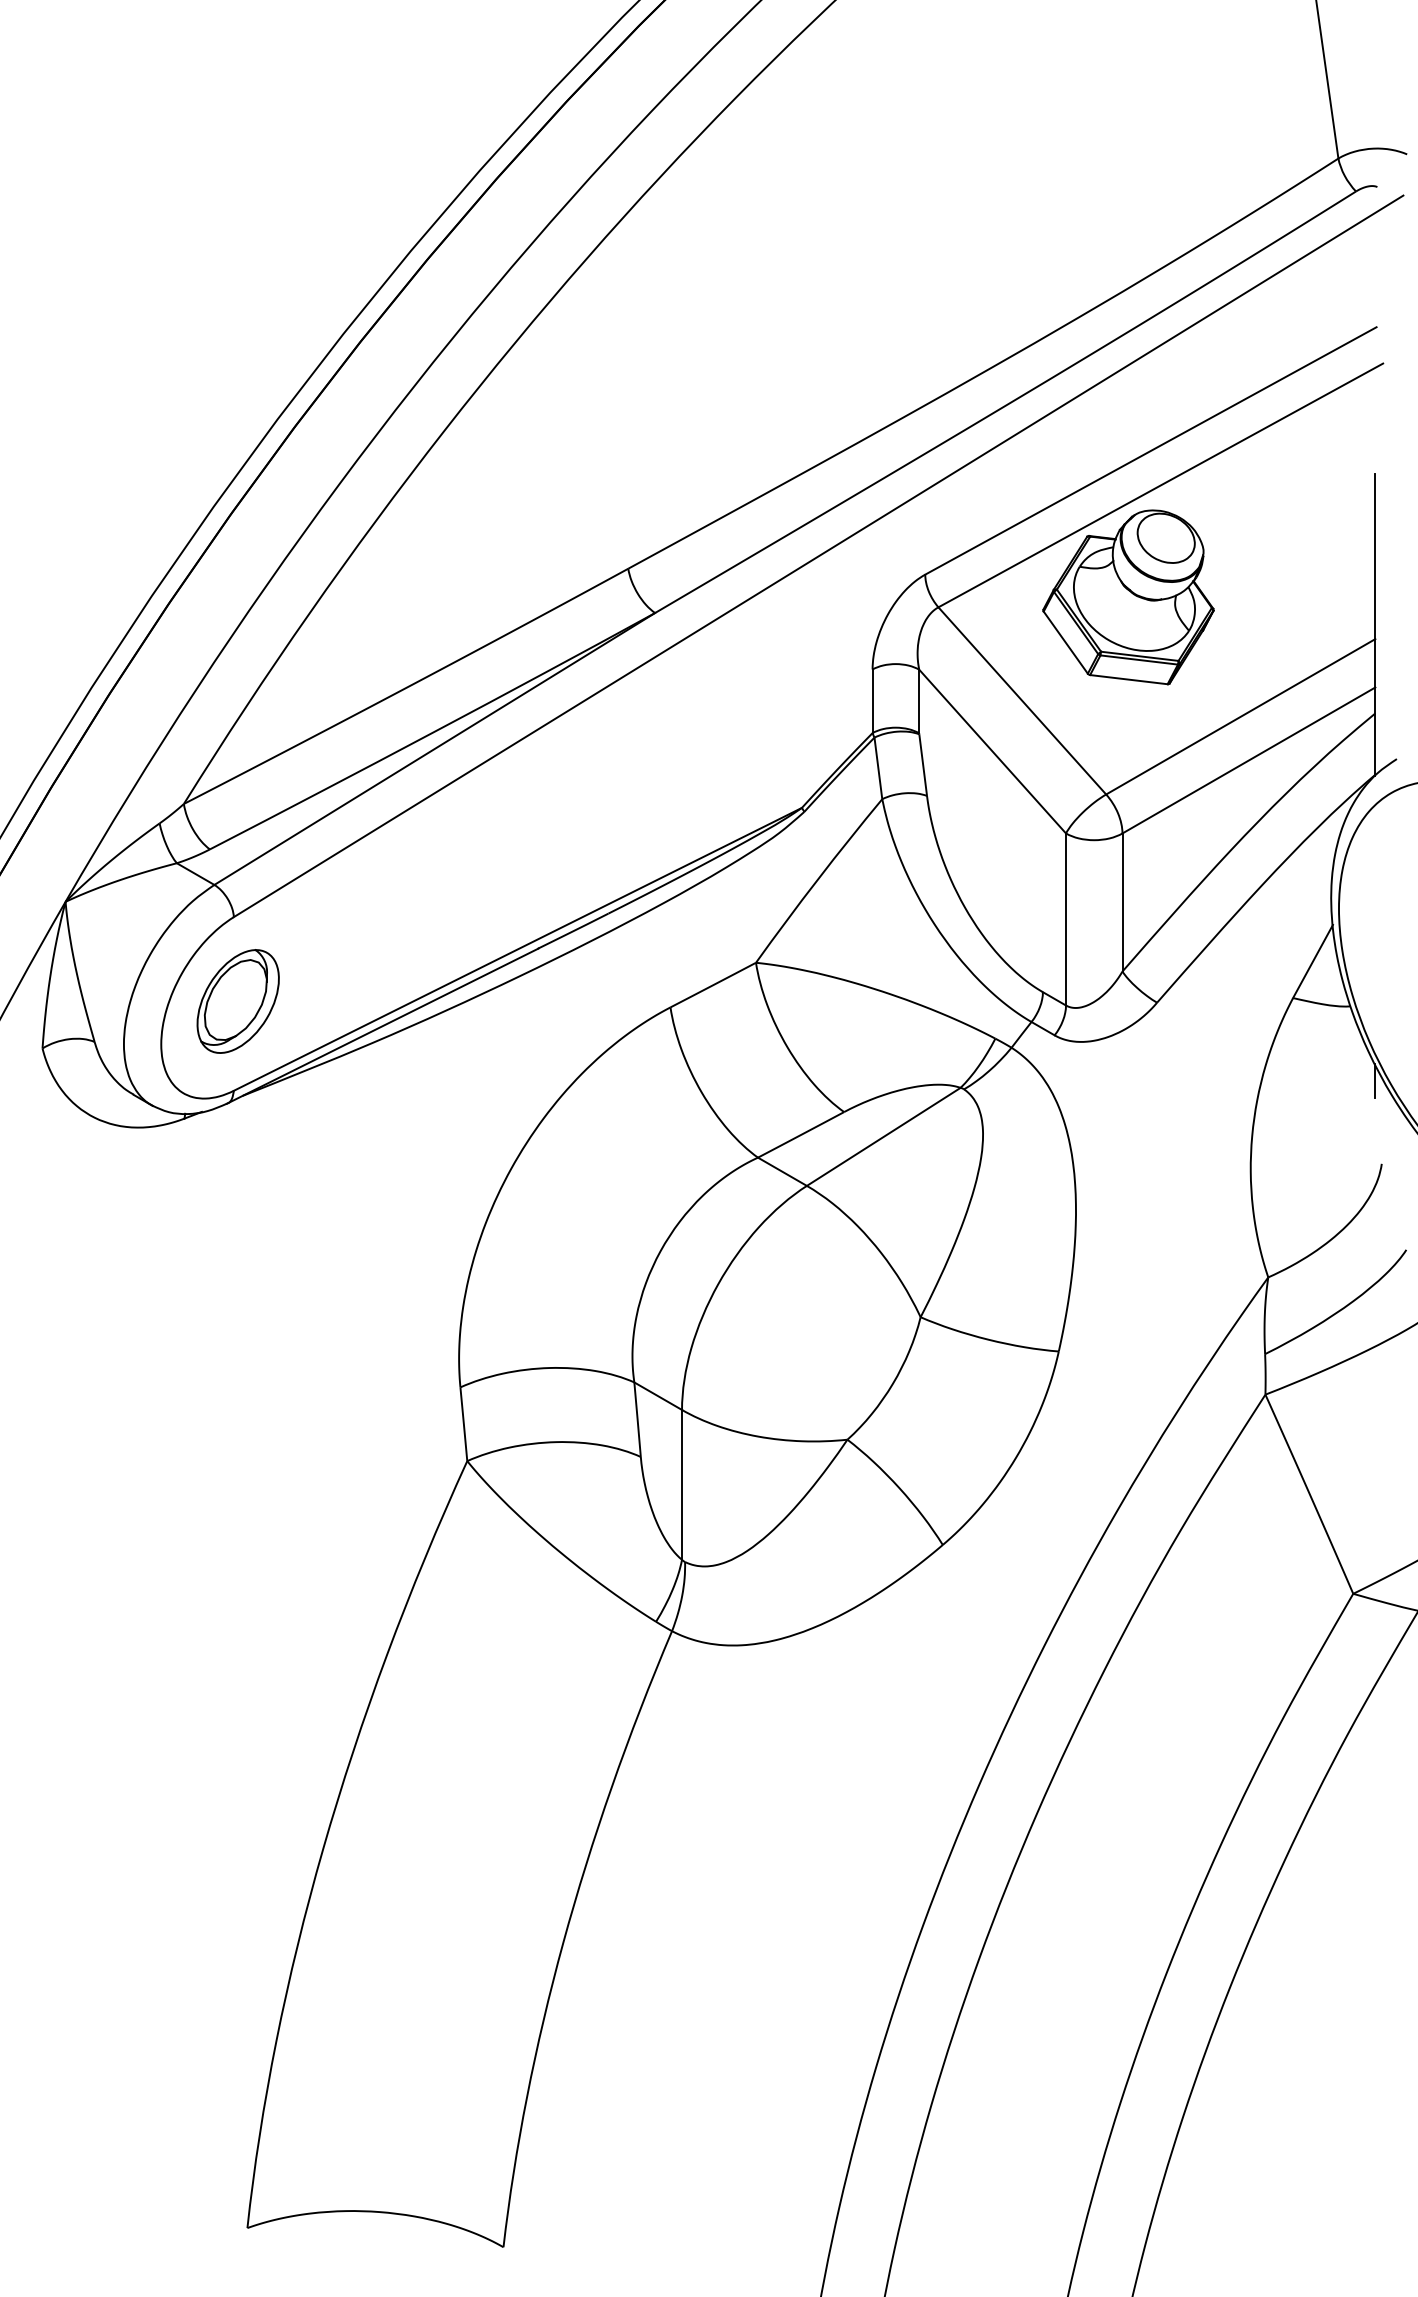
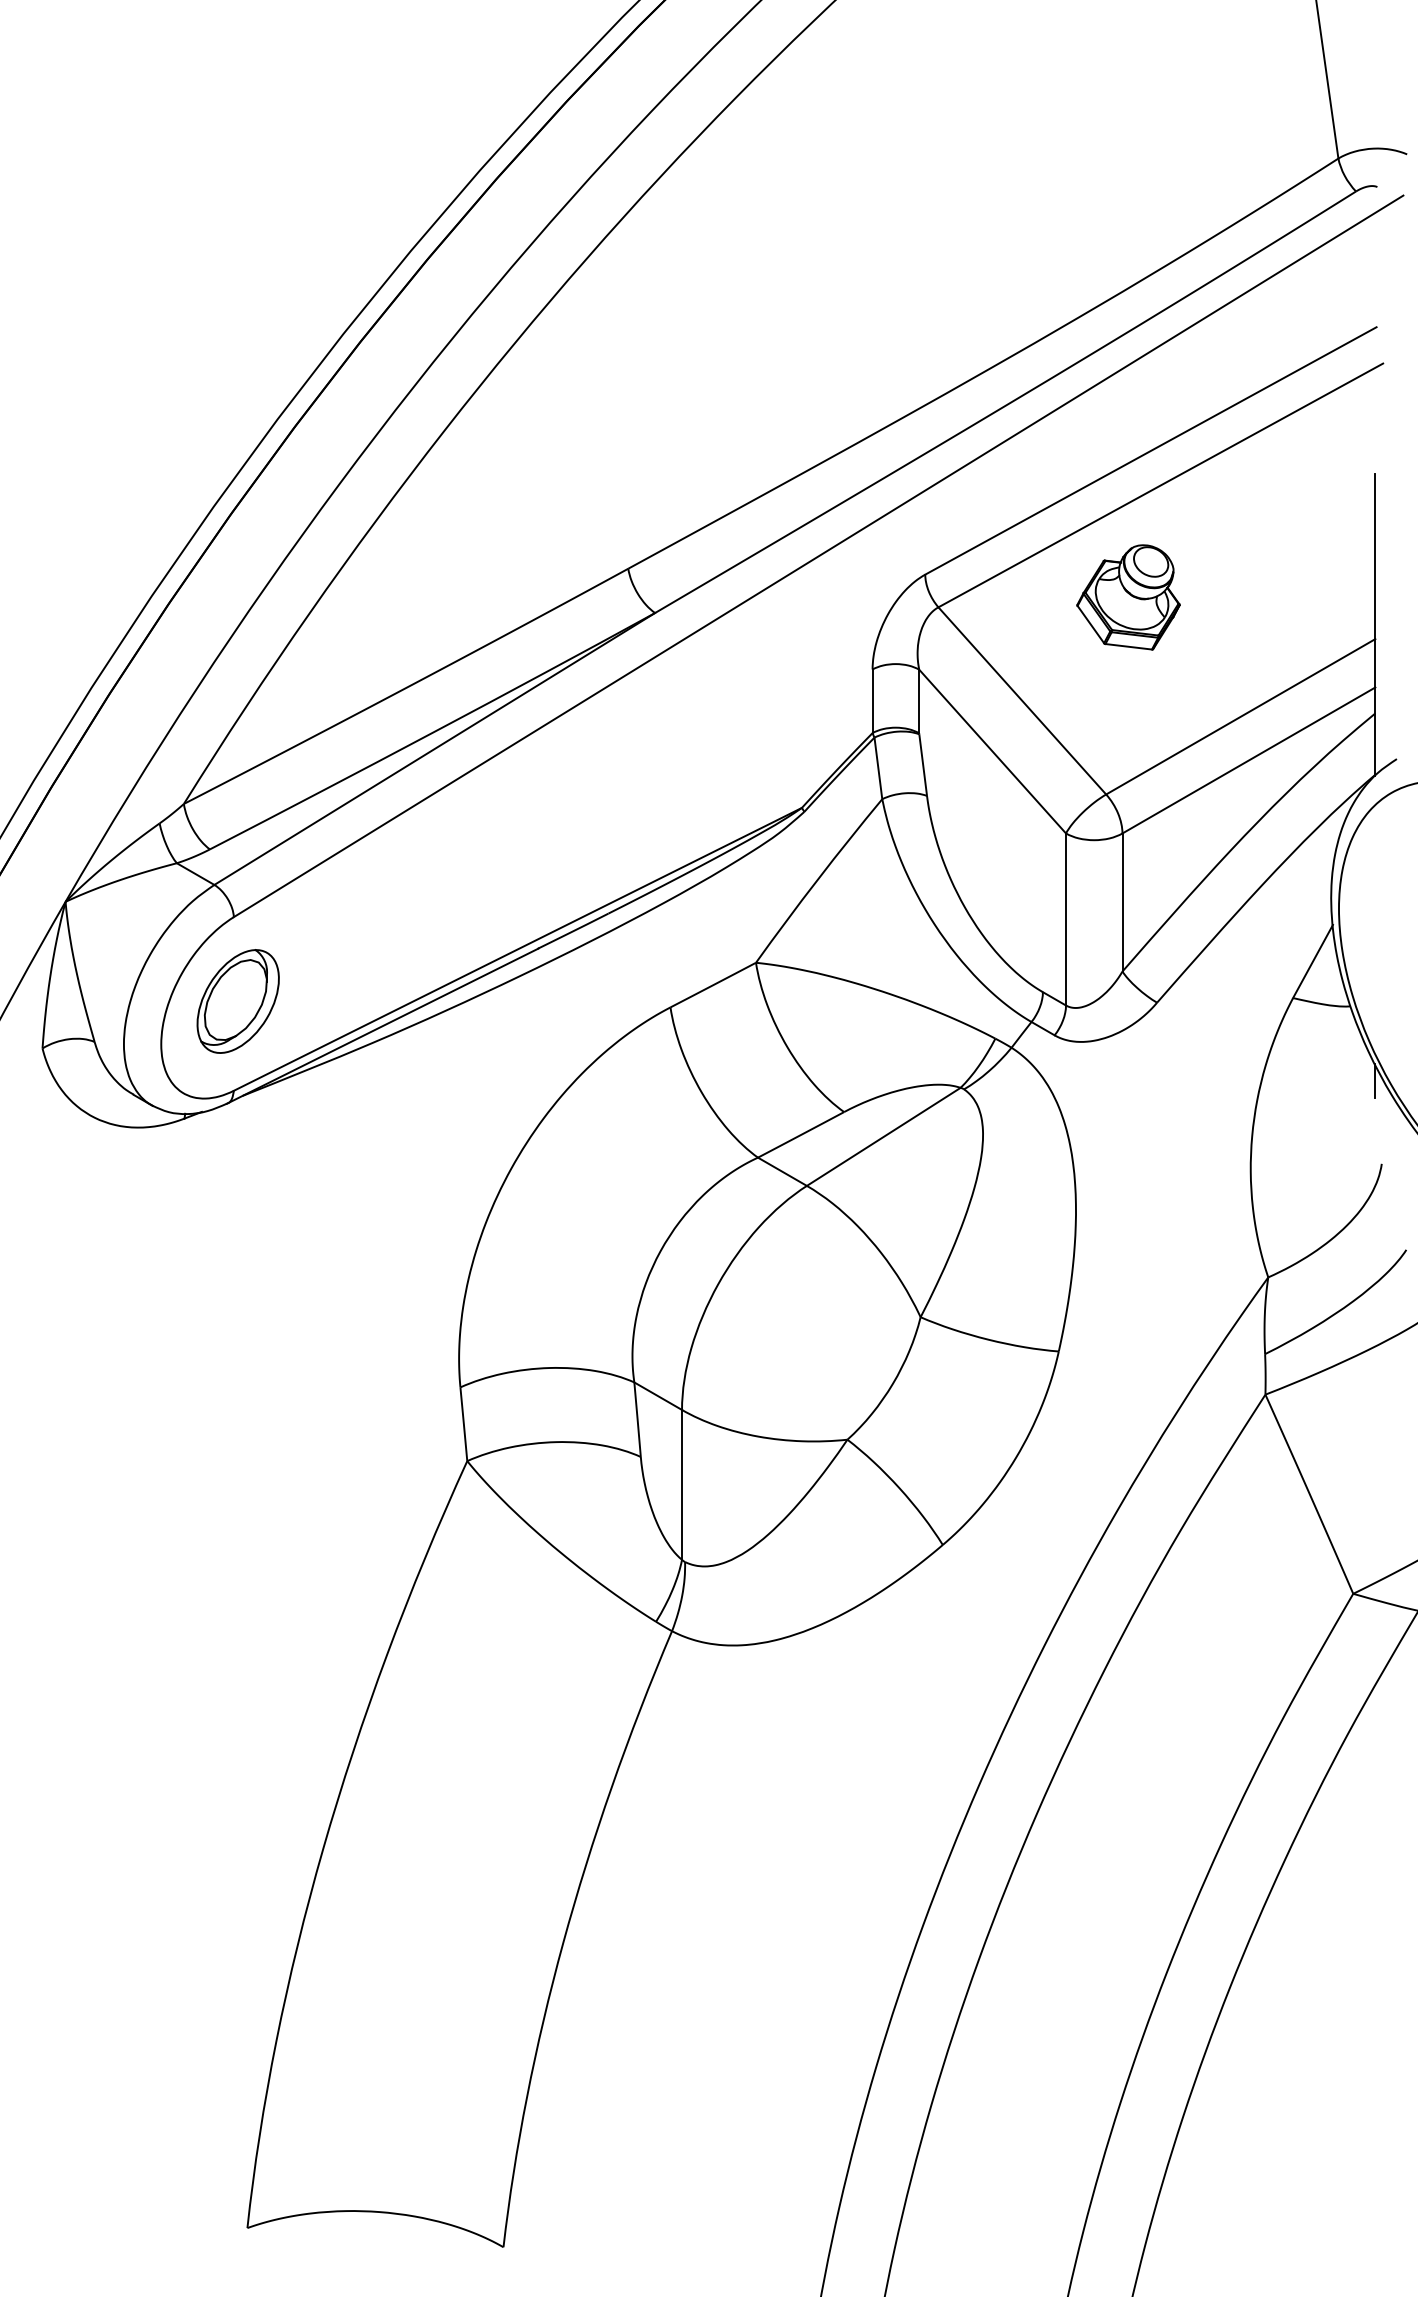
part at (1128, 597) size: 173x177 px -> 105x107 px
